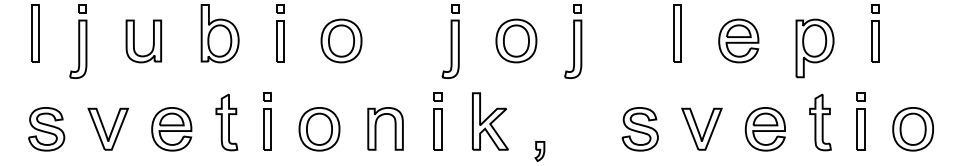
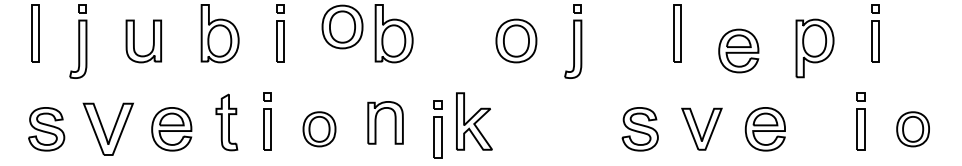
part at (393, 33): none -> present
part at (341, 40) position: (341, 40) -> (342, 26)
part at (738, 40) position: (738, 40) -> (738, 50)
part at (450, 41): present -> none
part at (437, 121) position: (437, 121) -> (437, 129)
part at (490, 121) position: (490, 121) -> (474, 121)
part at (820, 122): present -> none
part at (107, 128) size: 42x44 px -> 52x54 px
part at (376, 128) position: (376, 128) -> (376, 122)
part at (319, 129) size: 43x45 px -> 35x37 px
part at (912, 129) size: 42x45 px -> 34x37 px
part at (539, 151): present -> none
